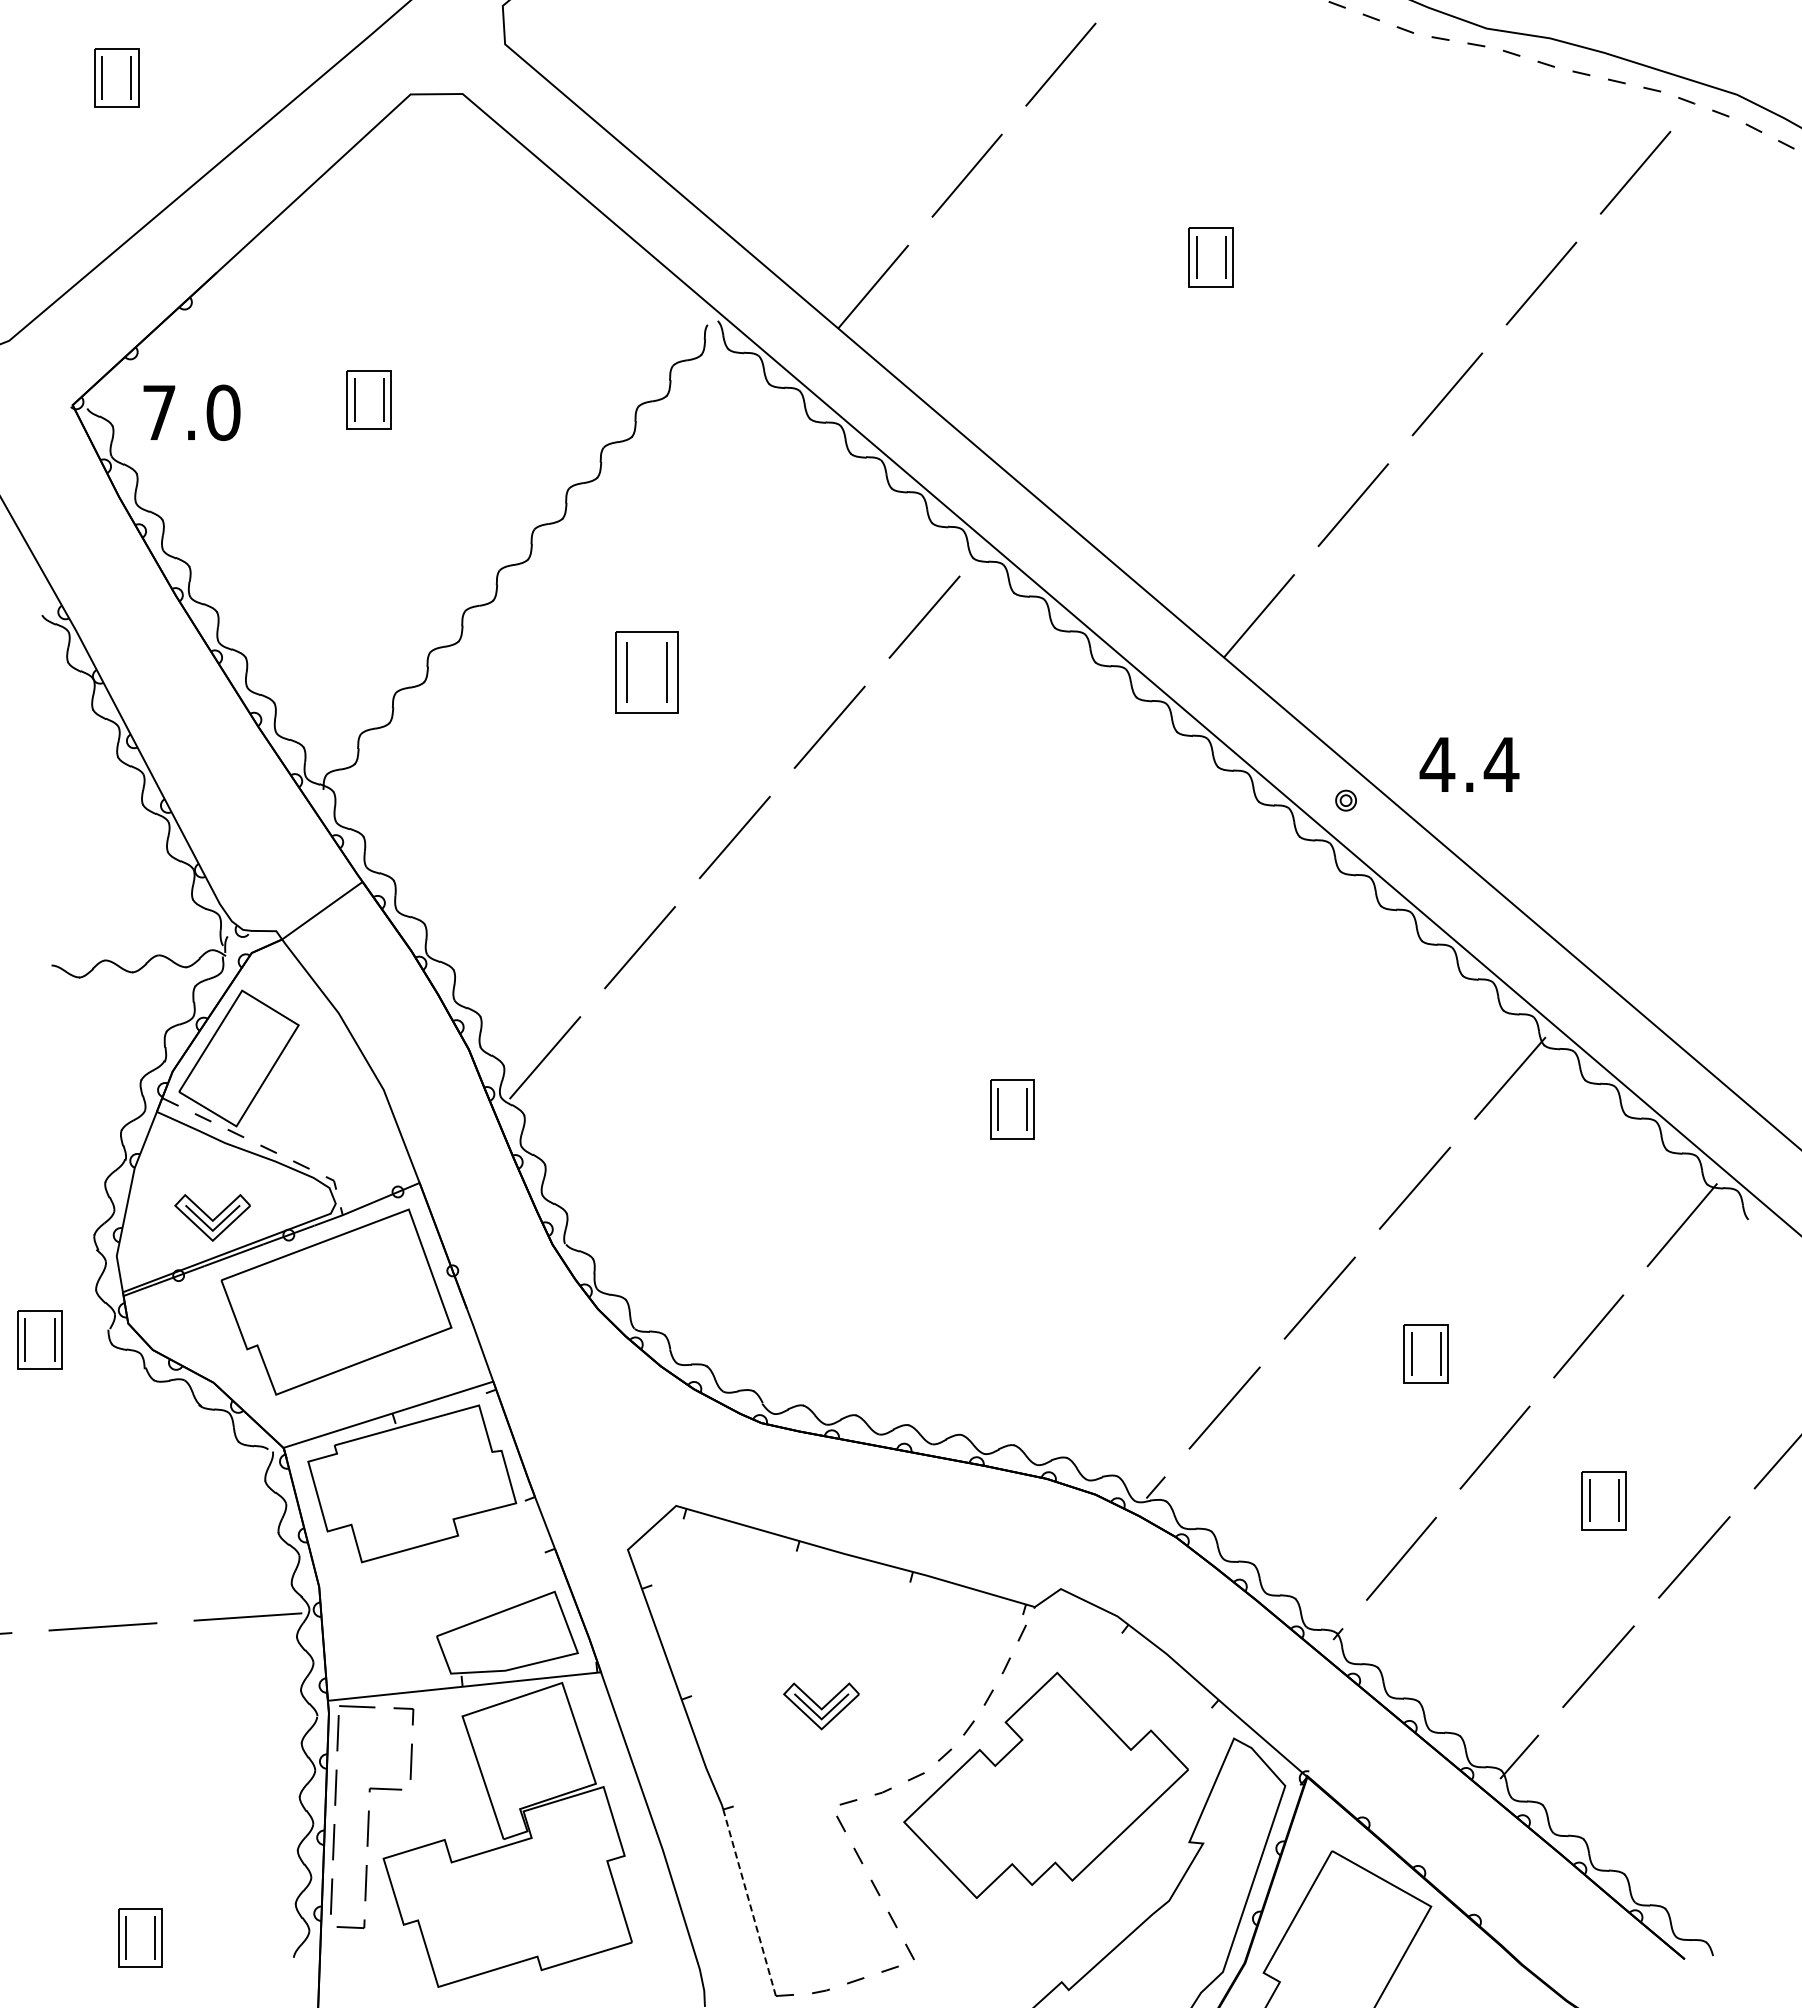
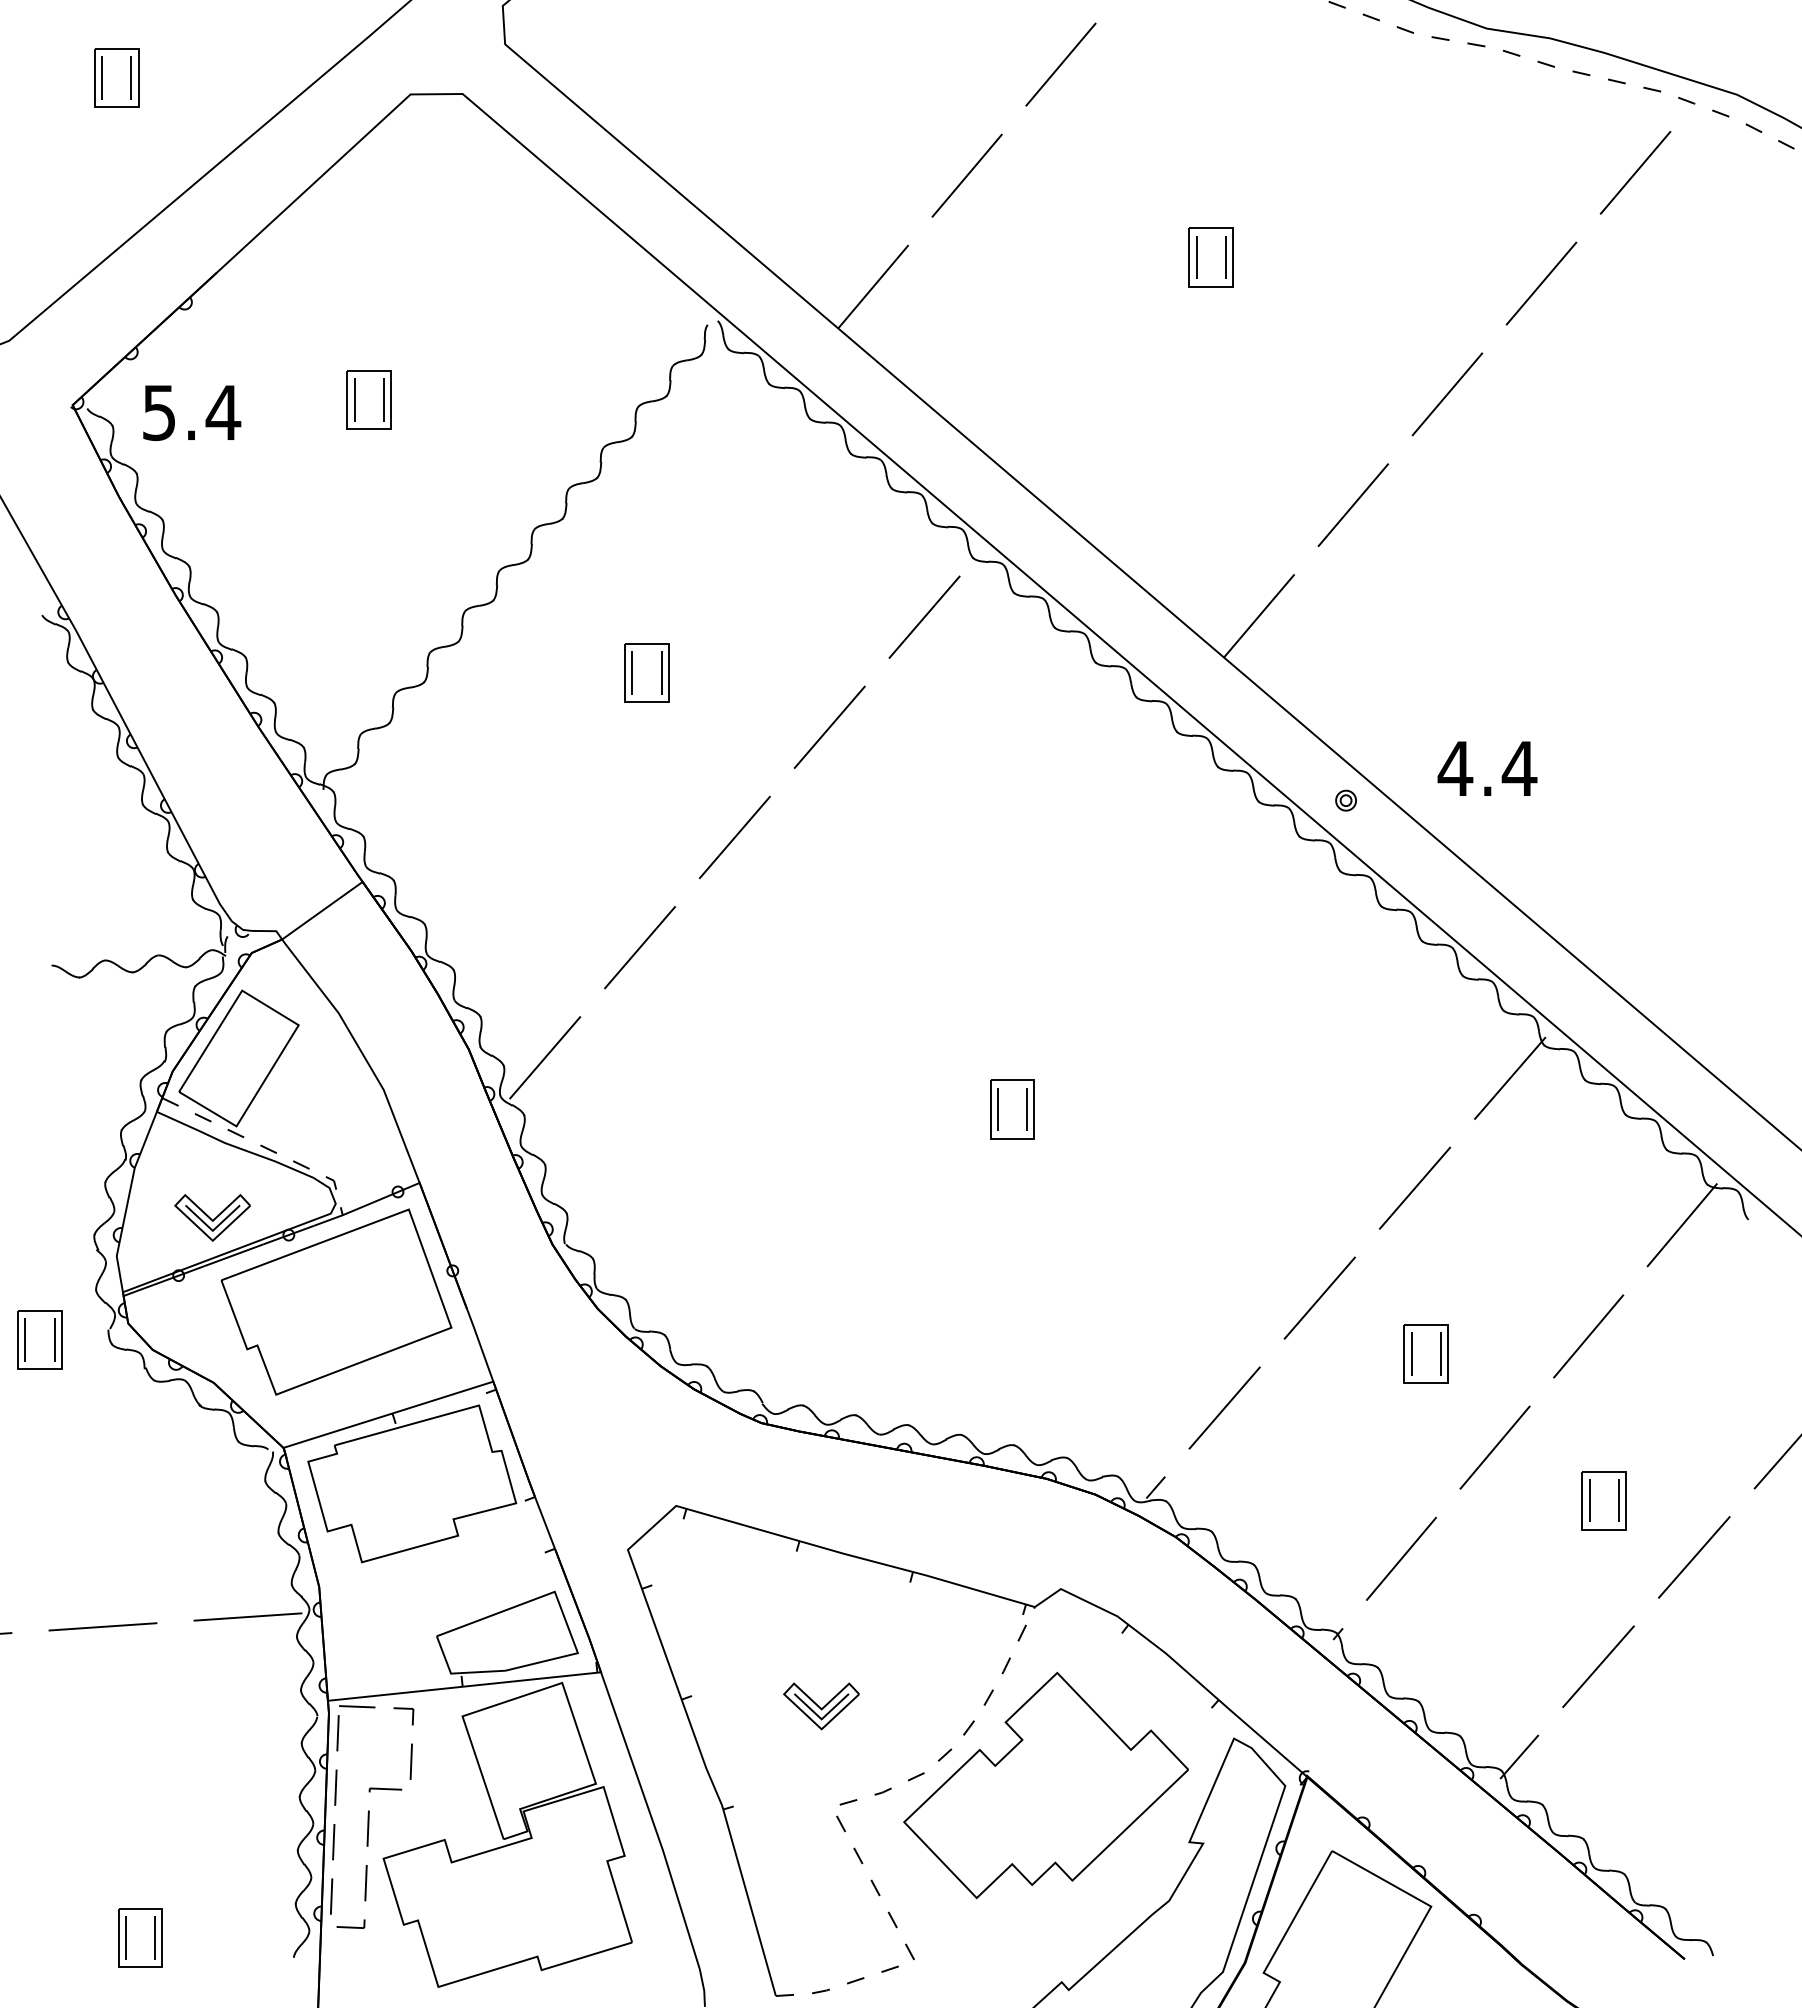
text at (192, 412): 7.0 -> 5.4
part at (646, 672) size: 64x83 px -> 46x60 px
text at (1469, 764) position: (1469, 764) -> (1487, 768)
line at (749, 1902): dashed -> solid
